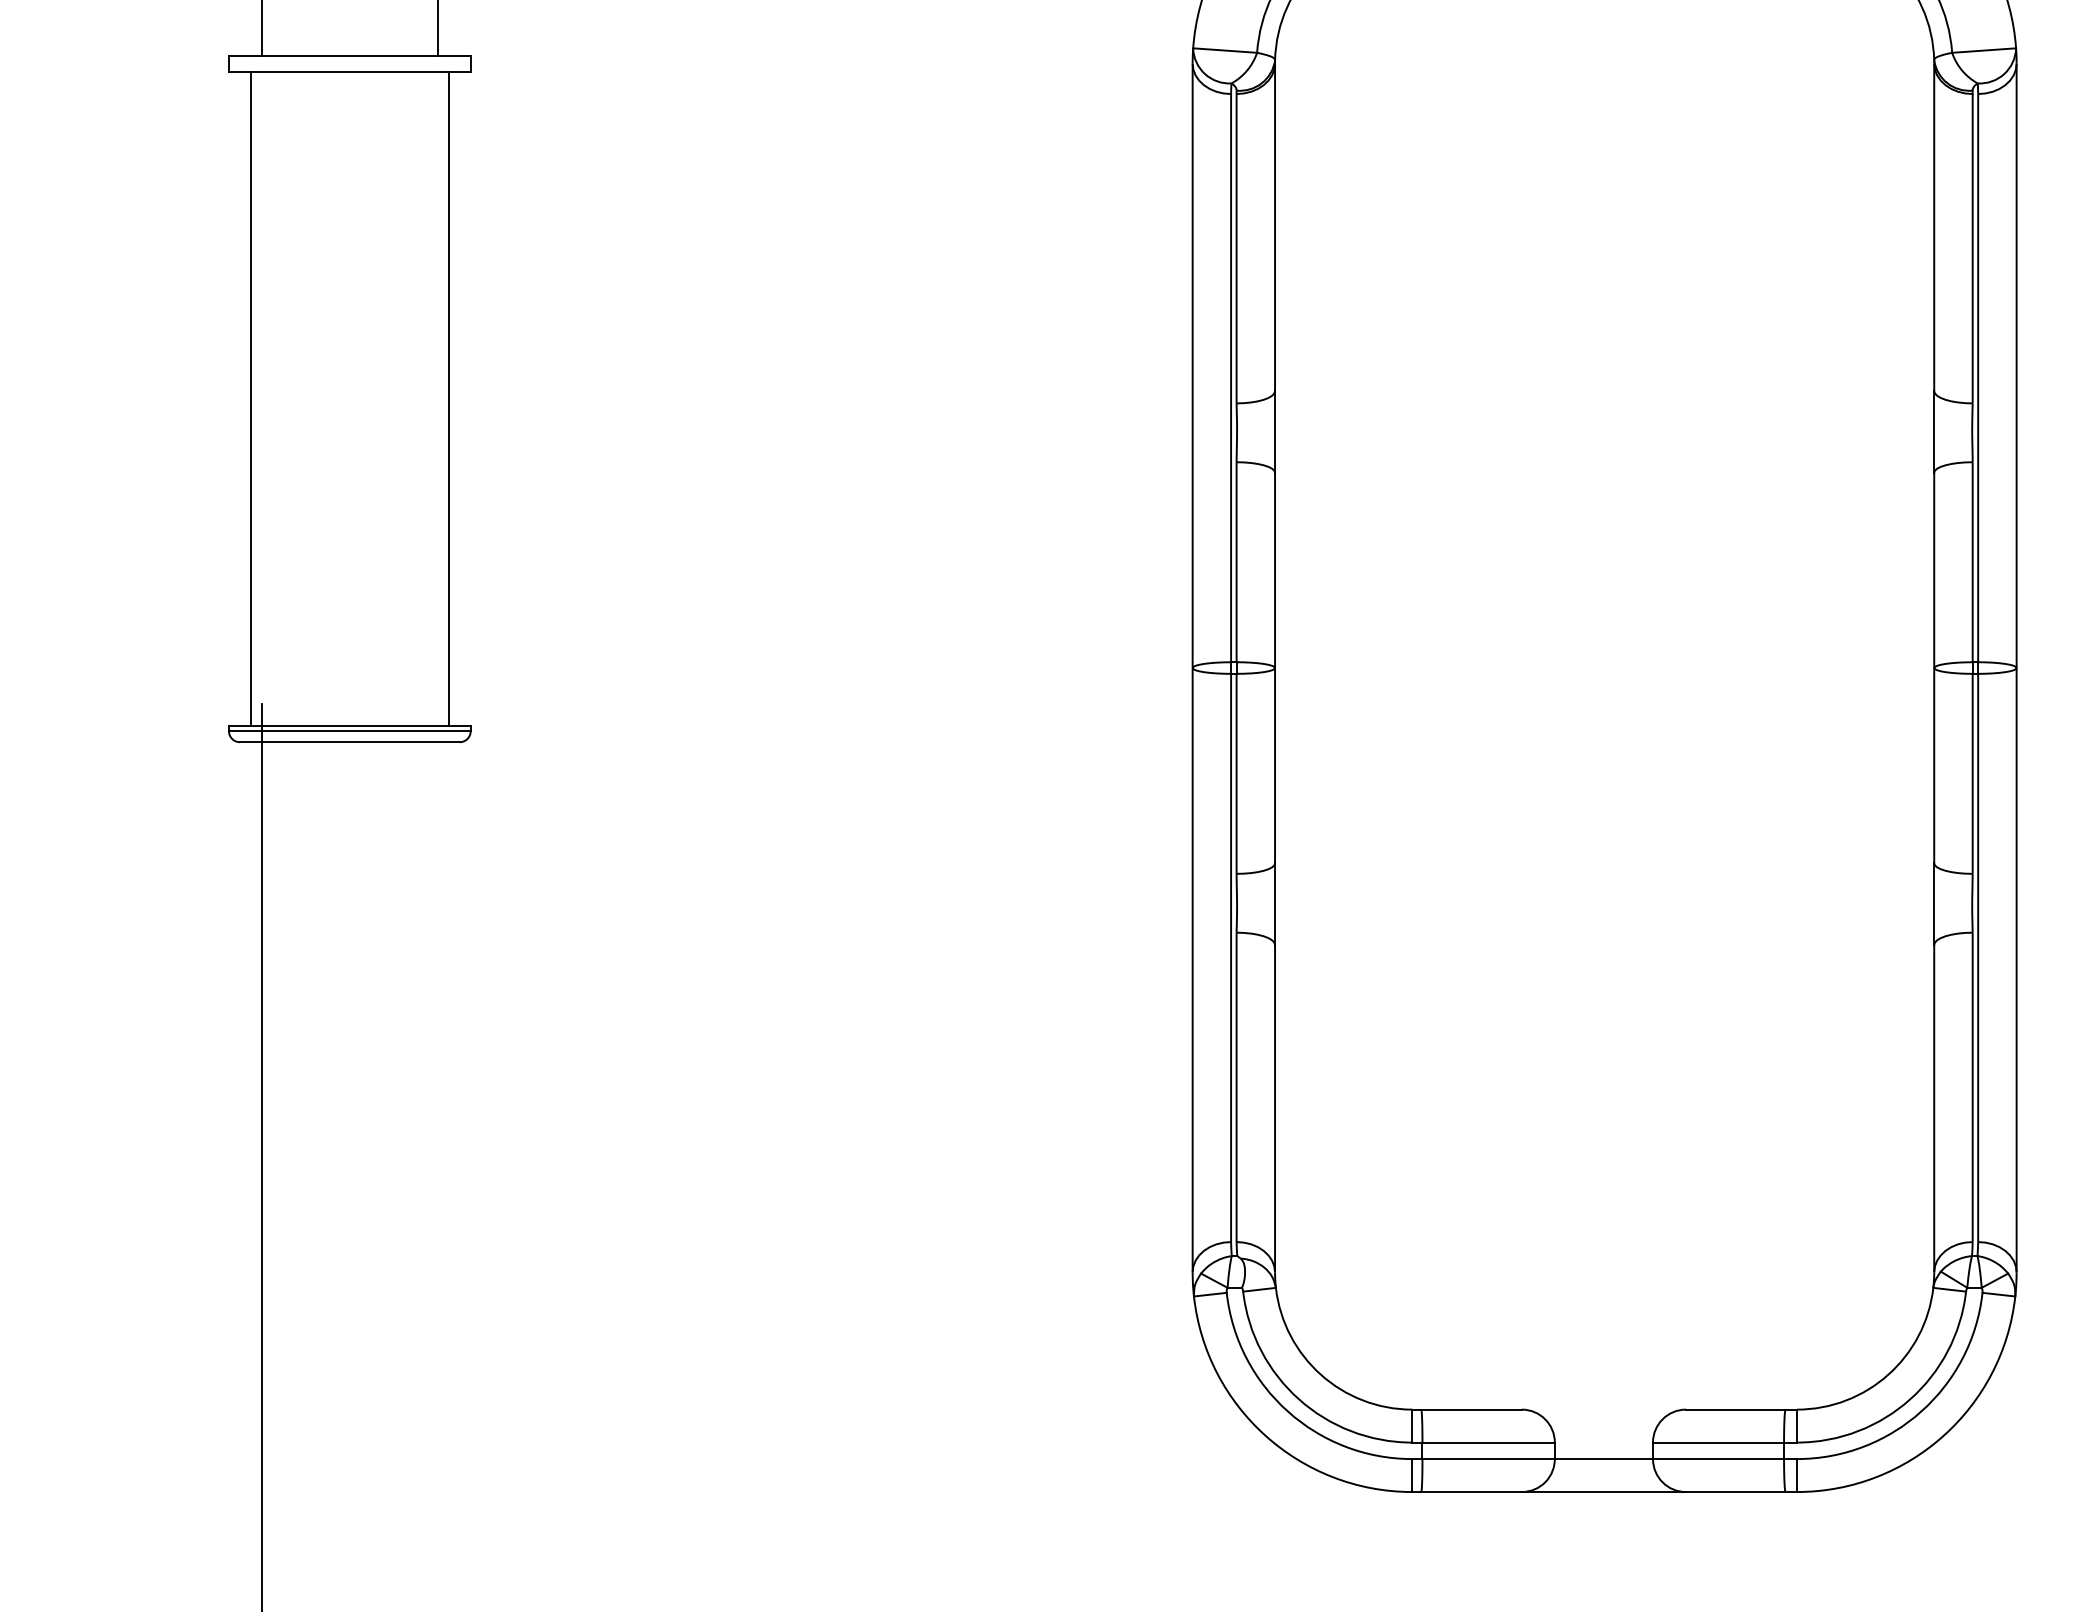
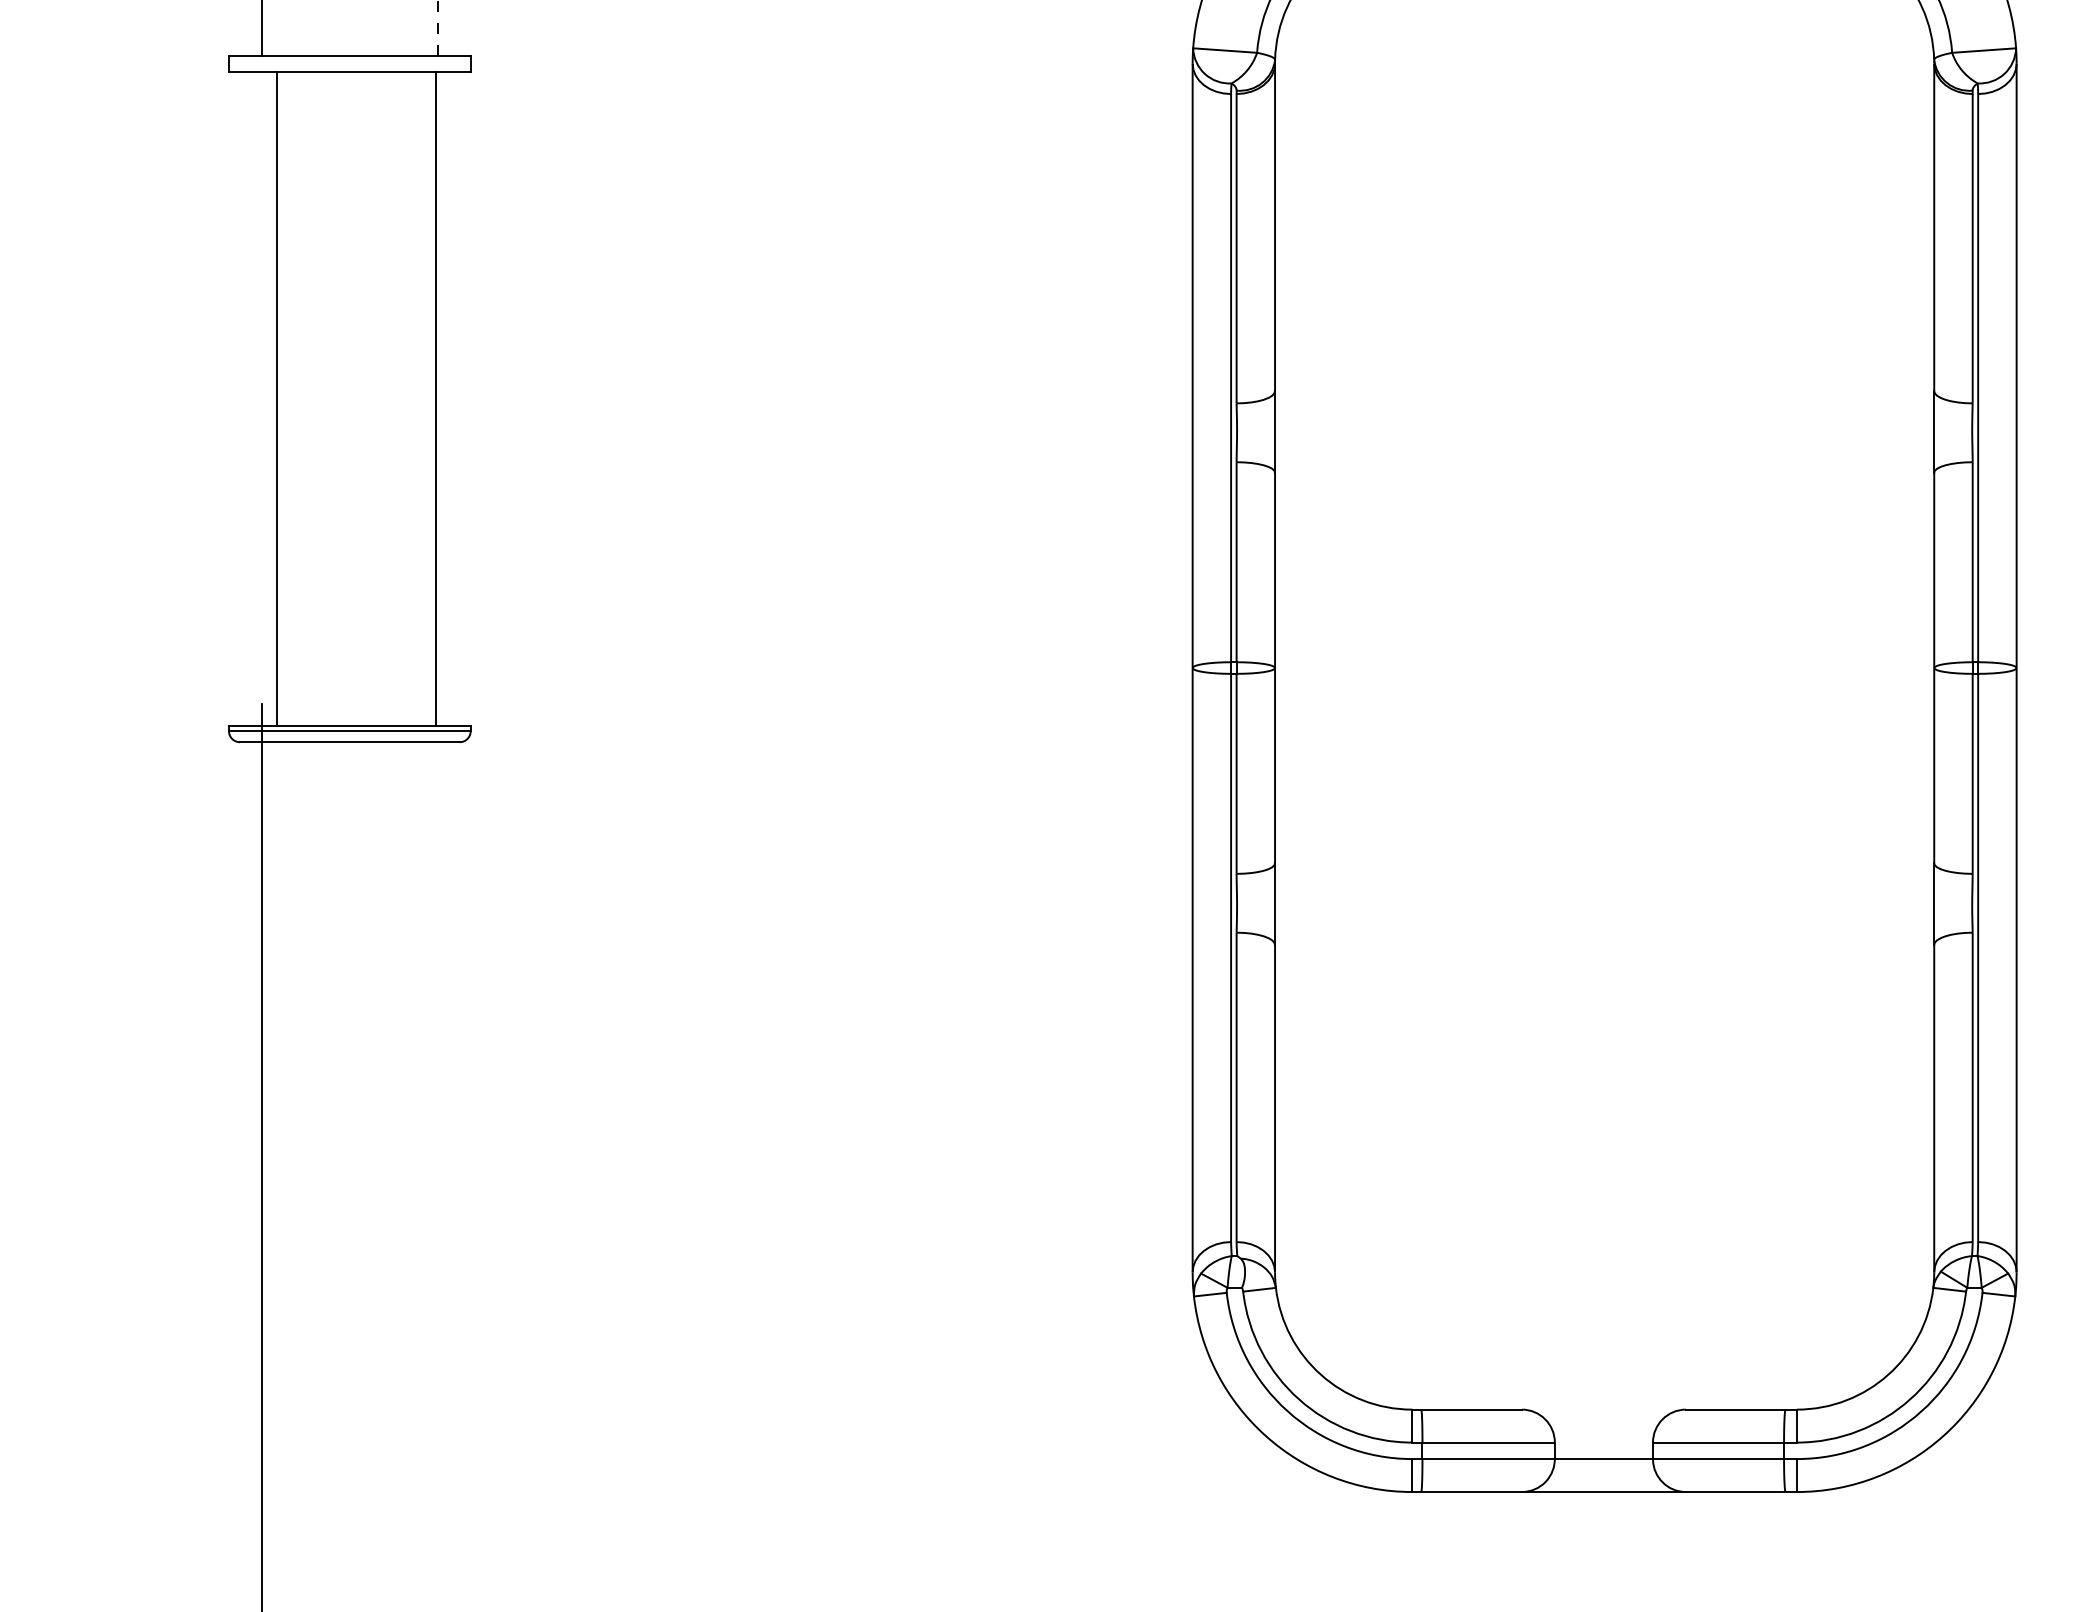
line at (437, 27): solid -> dashed
line at (250, 398) position: (250, 398) -> (276, 398)
line at (448, 398) position: (448, 398) -> (435, 398)
